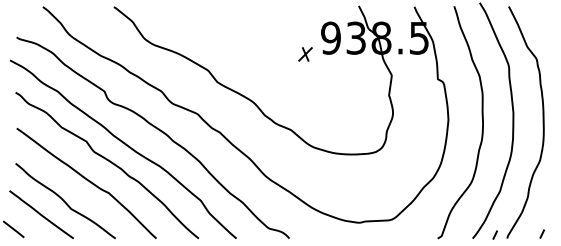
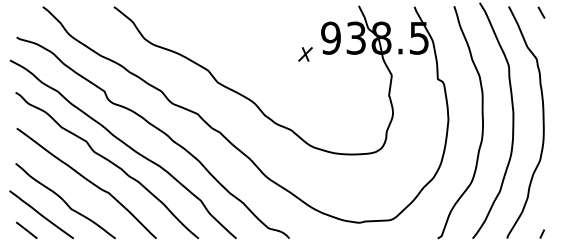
line at (541, 12): none -> present
line at (13, 229) position: (13, 229) -> (26, 230)
curve at (494, 234): present -> none
